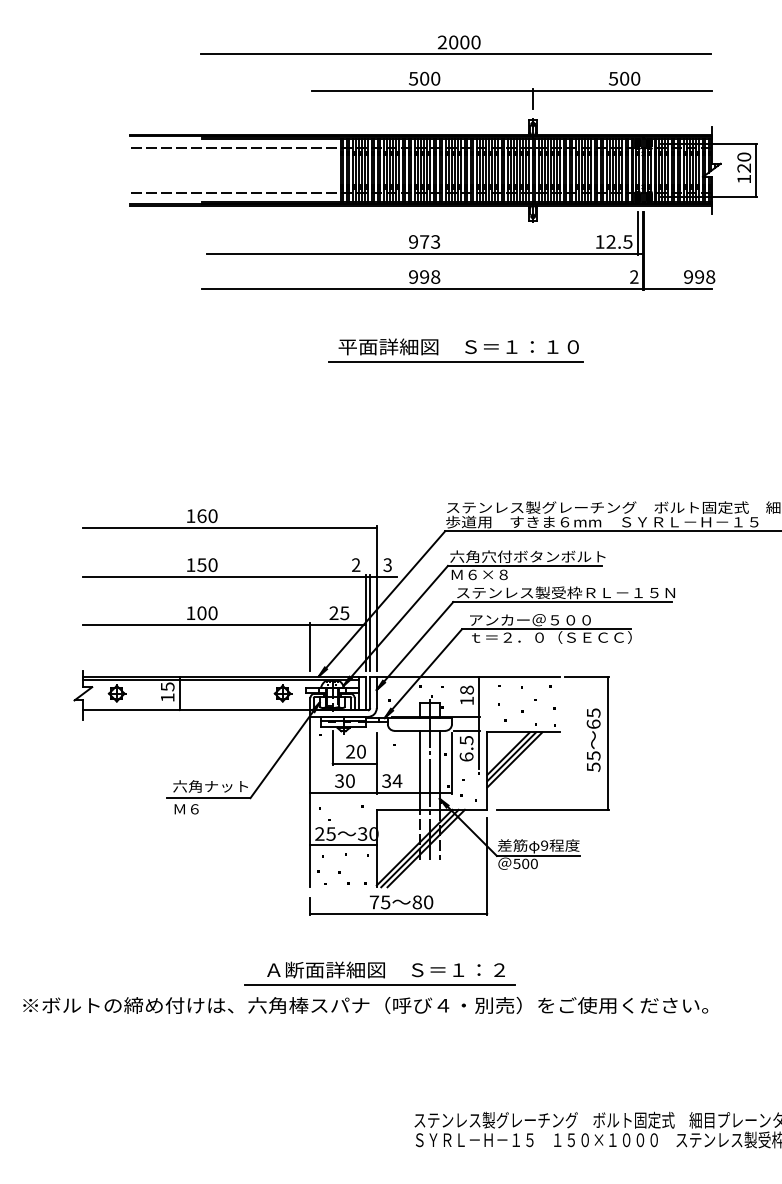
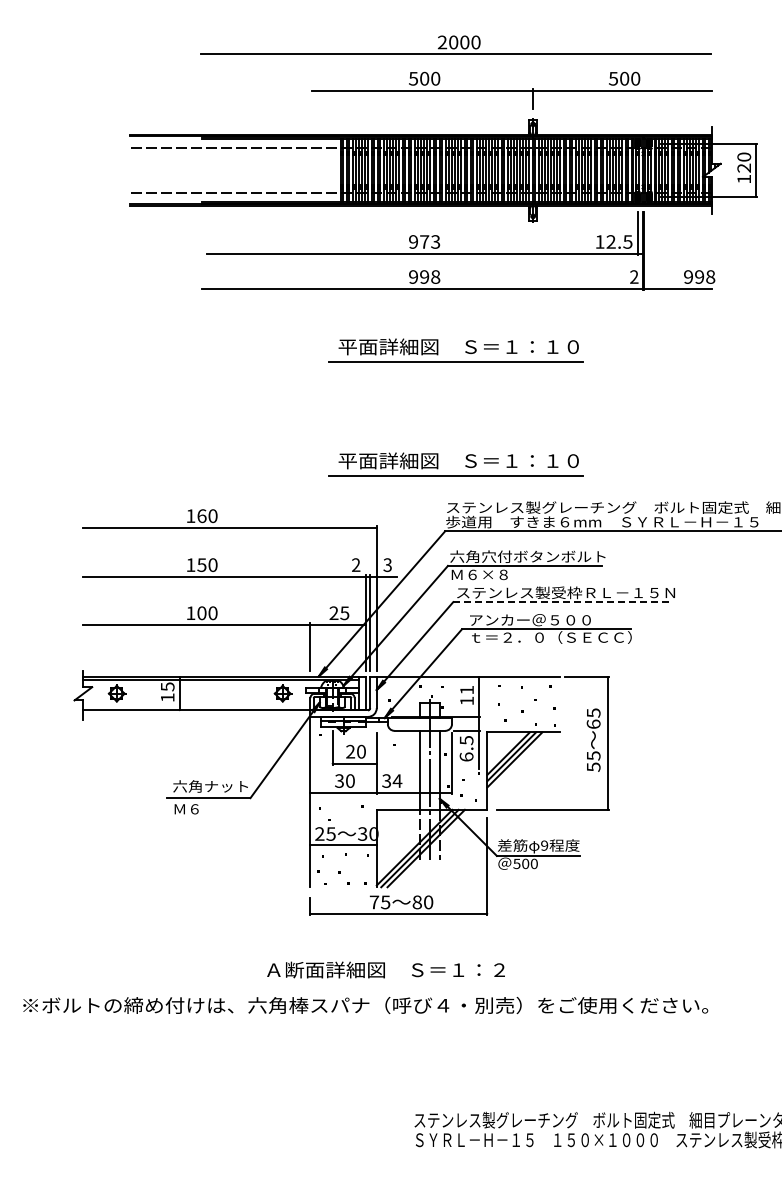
part at (465, 465): none -> present
line at (562, 602): solid -> dashed
text at (466, 689): 18 -> 11
line at (379, 985): present -> none
